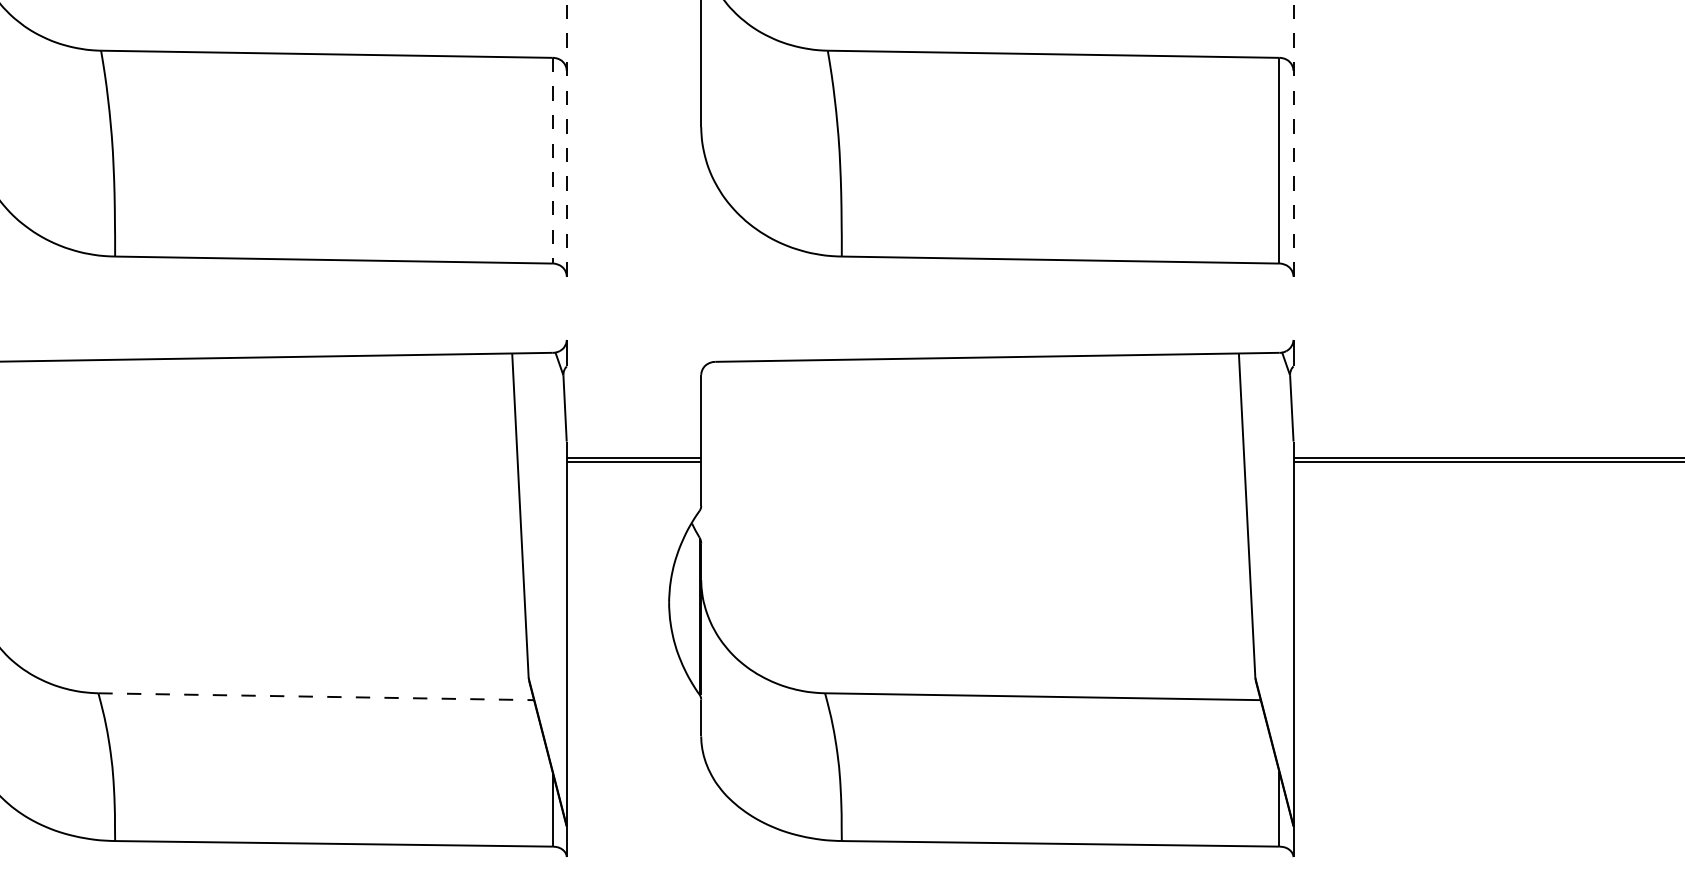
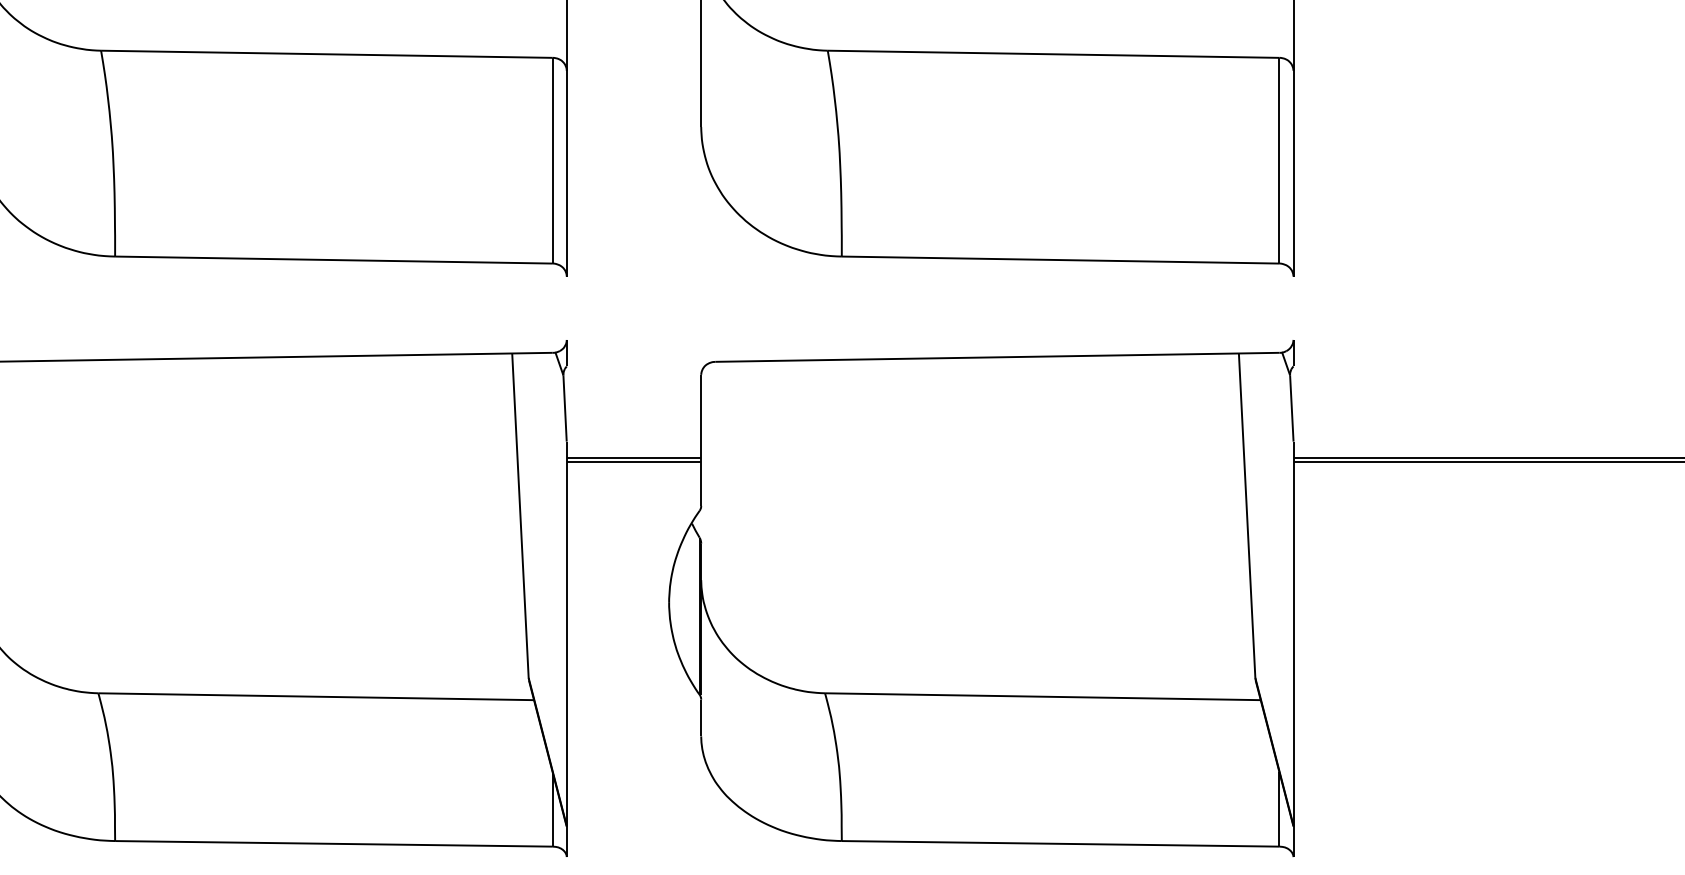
line at (566, 137): dashed -> solid
line at (1293, 137): dashed -> solid
line at (552, 160): dashed -> solid
line at (316, 696): dashed -> solid
